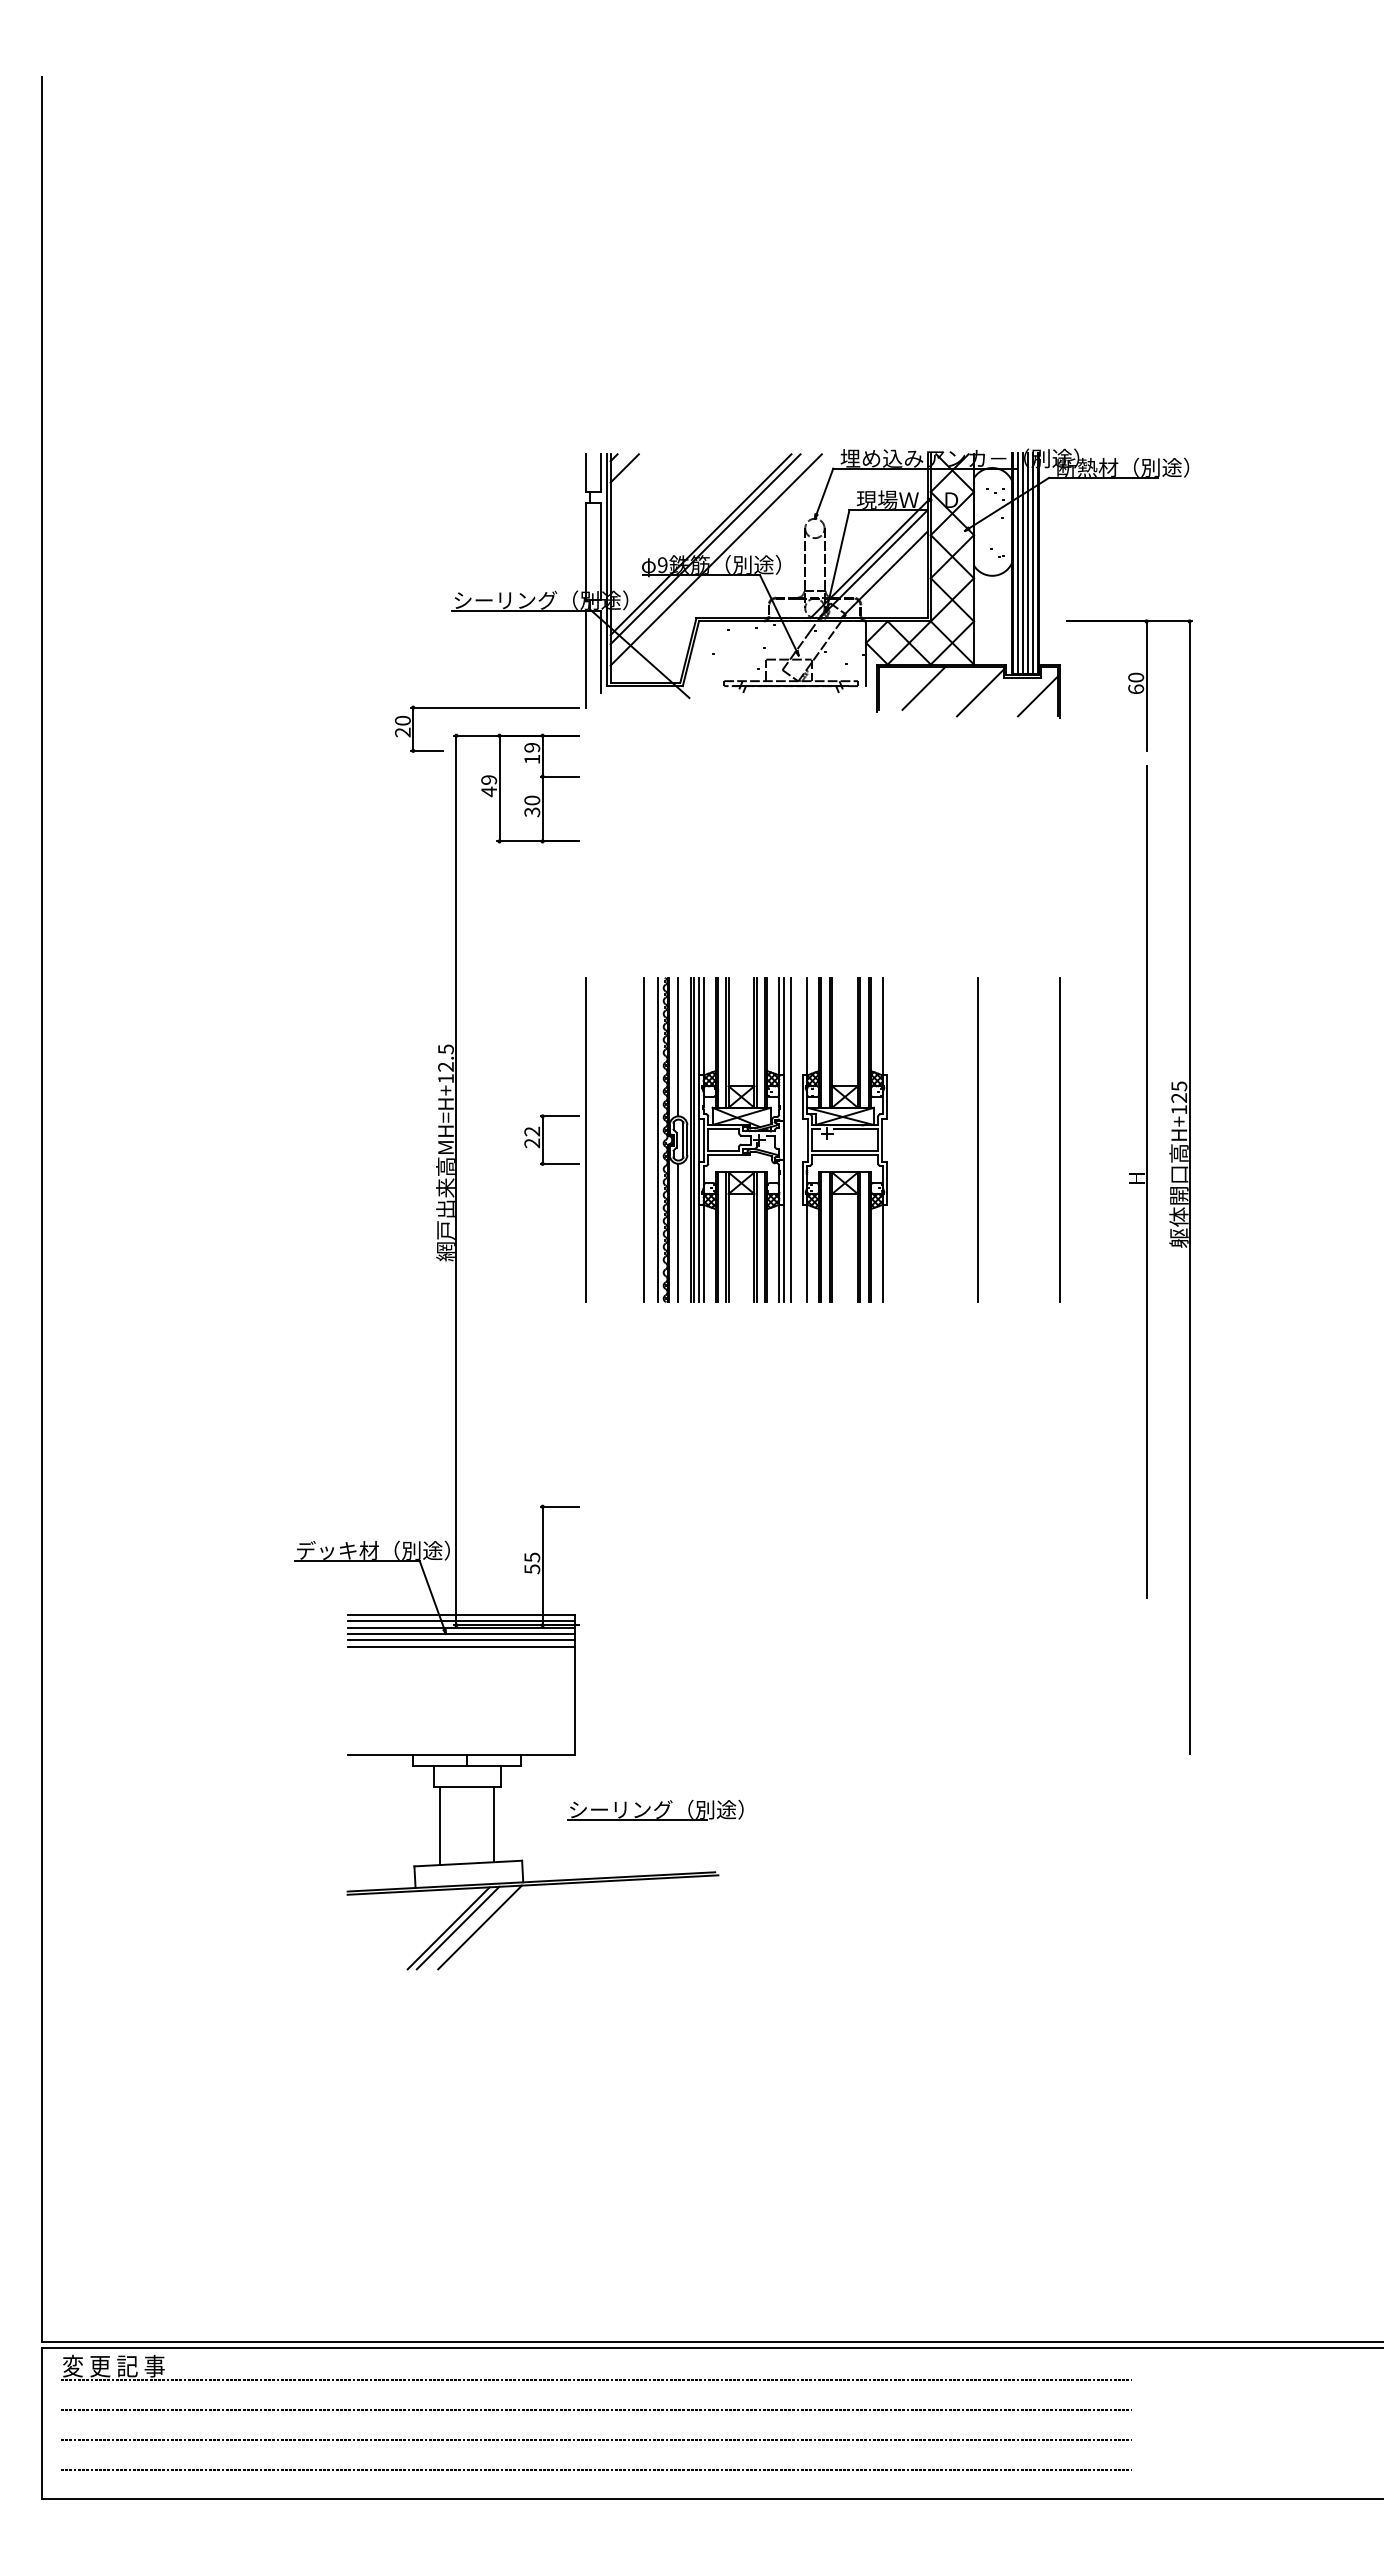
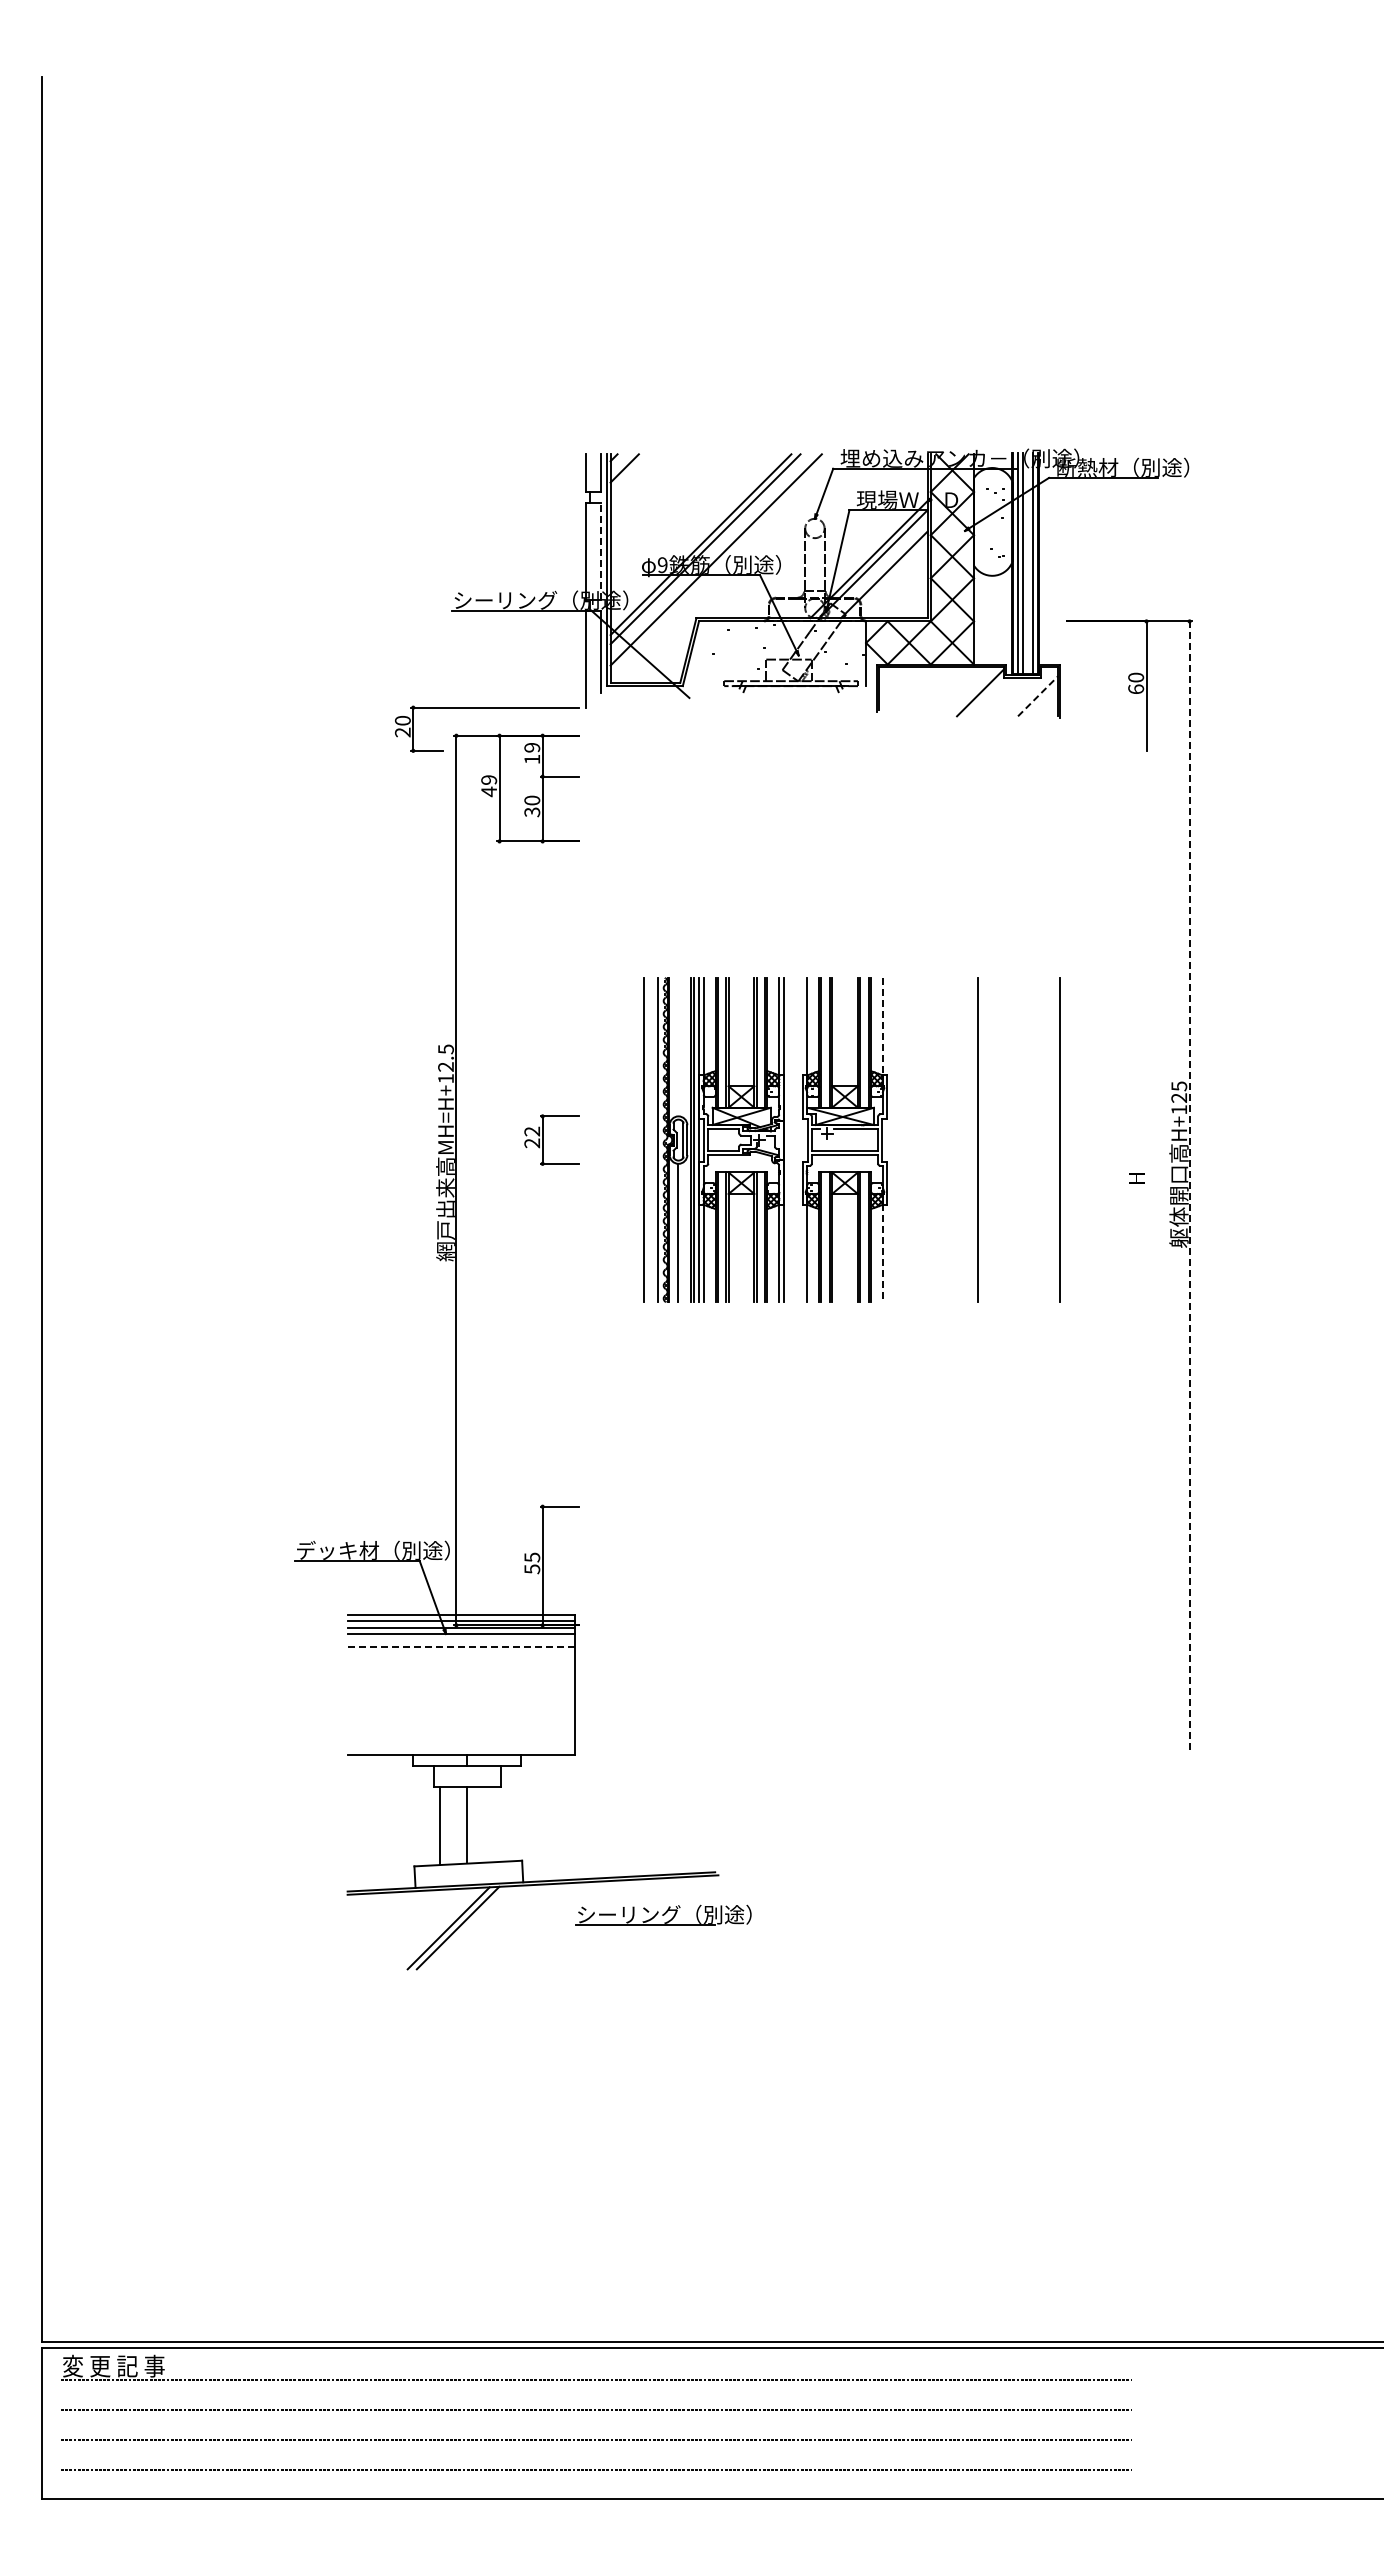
line at (600, 551): solid -> dashed
line at (1027, 563): present -> none
line at (923, 687): present -> none
line at (1038, 695): solid -> dashed
line at (882, 1027): solid -> dashed
line at (678, 1046): present -> none
line at (585, 1139): present -> none
line at (791, 1139): present -> none
line at (1146, 1181): present -> none
line at (1189, 1188): solid -> dashed
line at (882, 1253): solid -> dashed
line at (461, 1640): present -> none
line at (461, 1646): solid -> dashed
part at (655, 1809) position: (655, 1809) -> (663, 1914)
line at (494, 1824) position: (494, 1824) -> (467, 1824)
line at (479, 1927): present -> none
